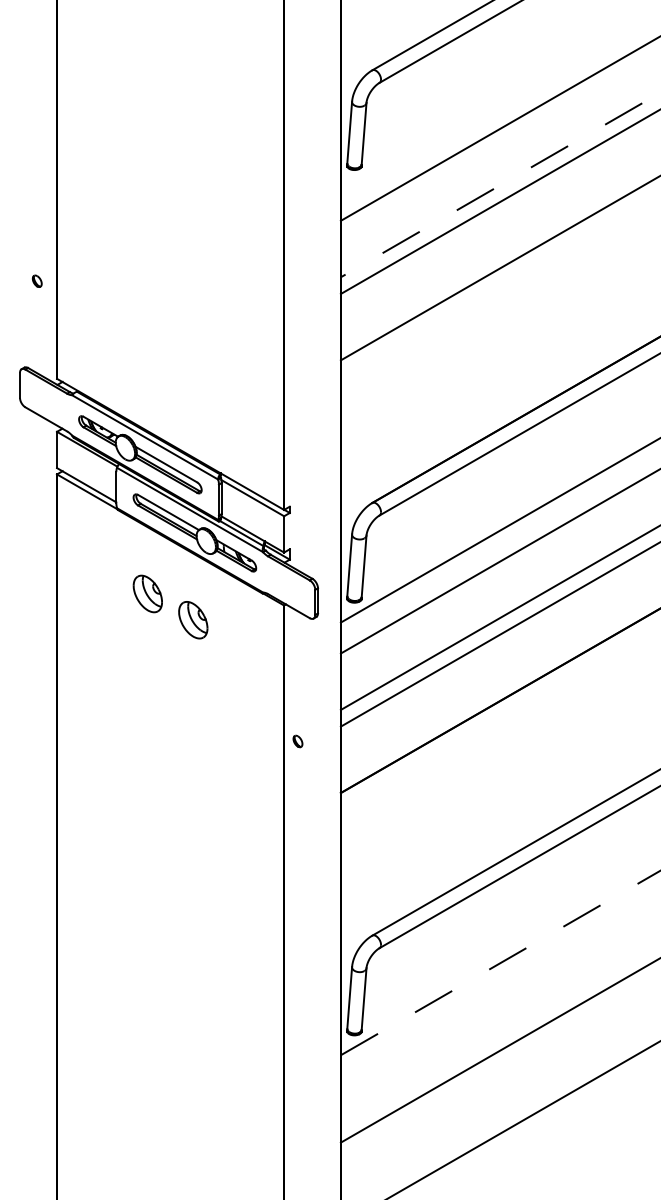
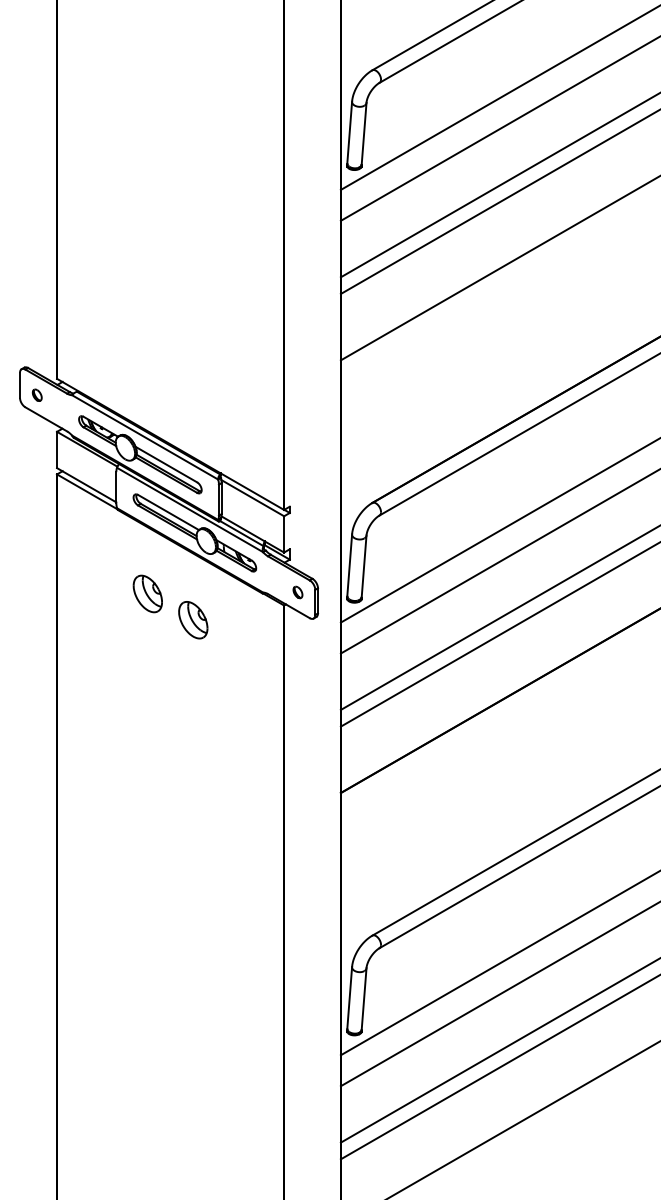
line at (498, 97): none -> present
line at (500, 185): dashed -> solid
part at (36, 280) position: (36, 280) -> (36, 394)
part at (297, 741) position: (297, 741) -> (297, 592)
line at (501, 962): dashed -> solid
line at (498, 994): none -> present
line at (498, 1067): none -> present
